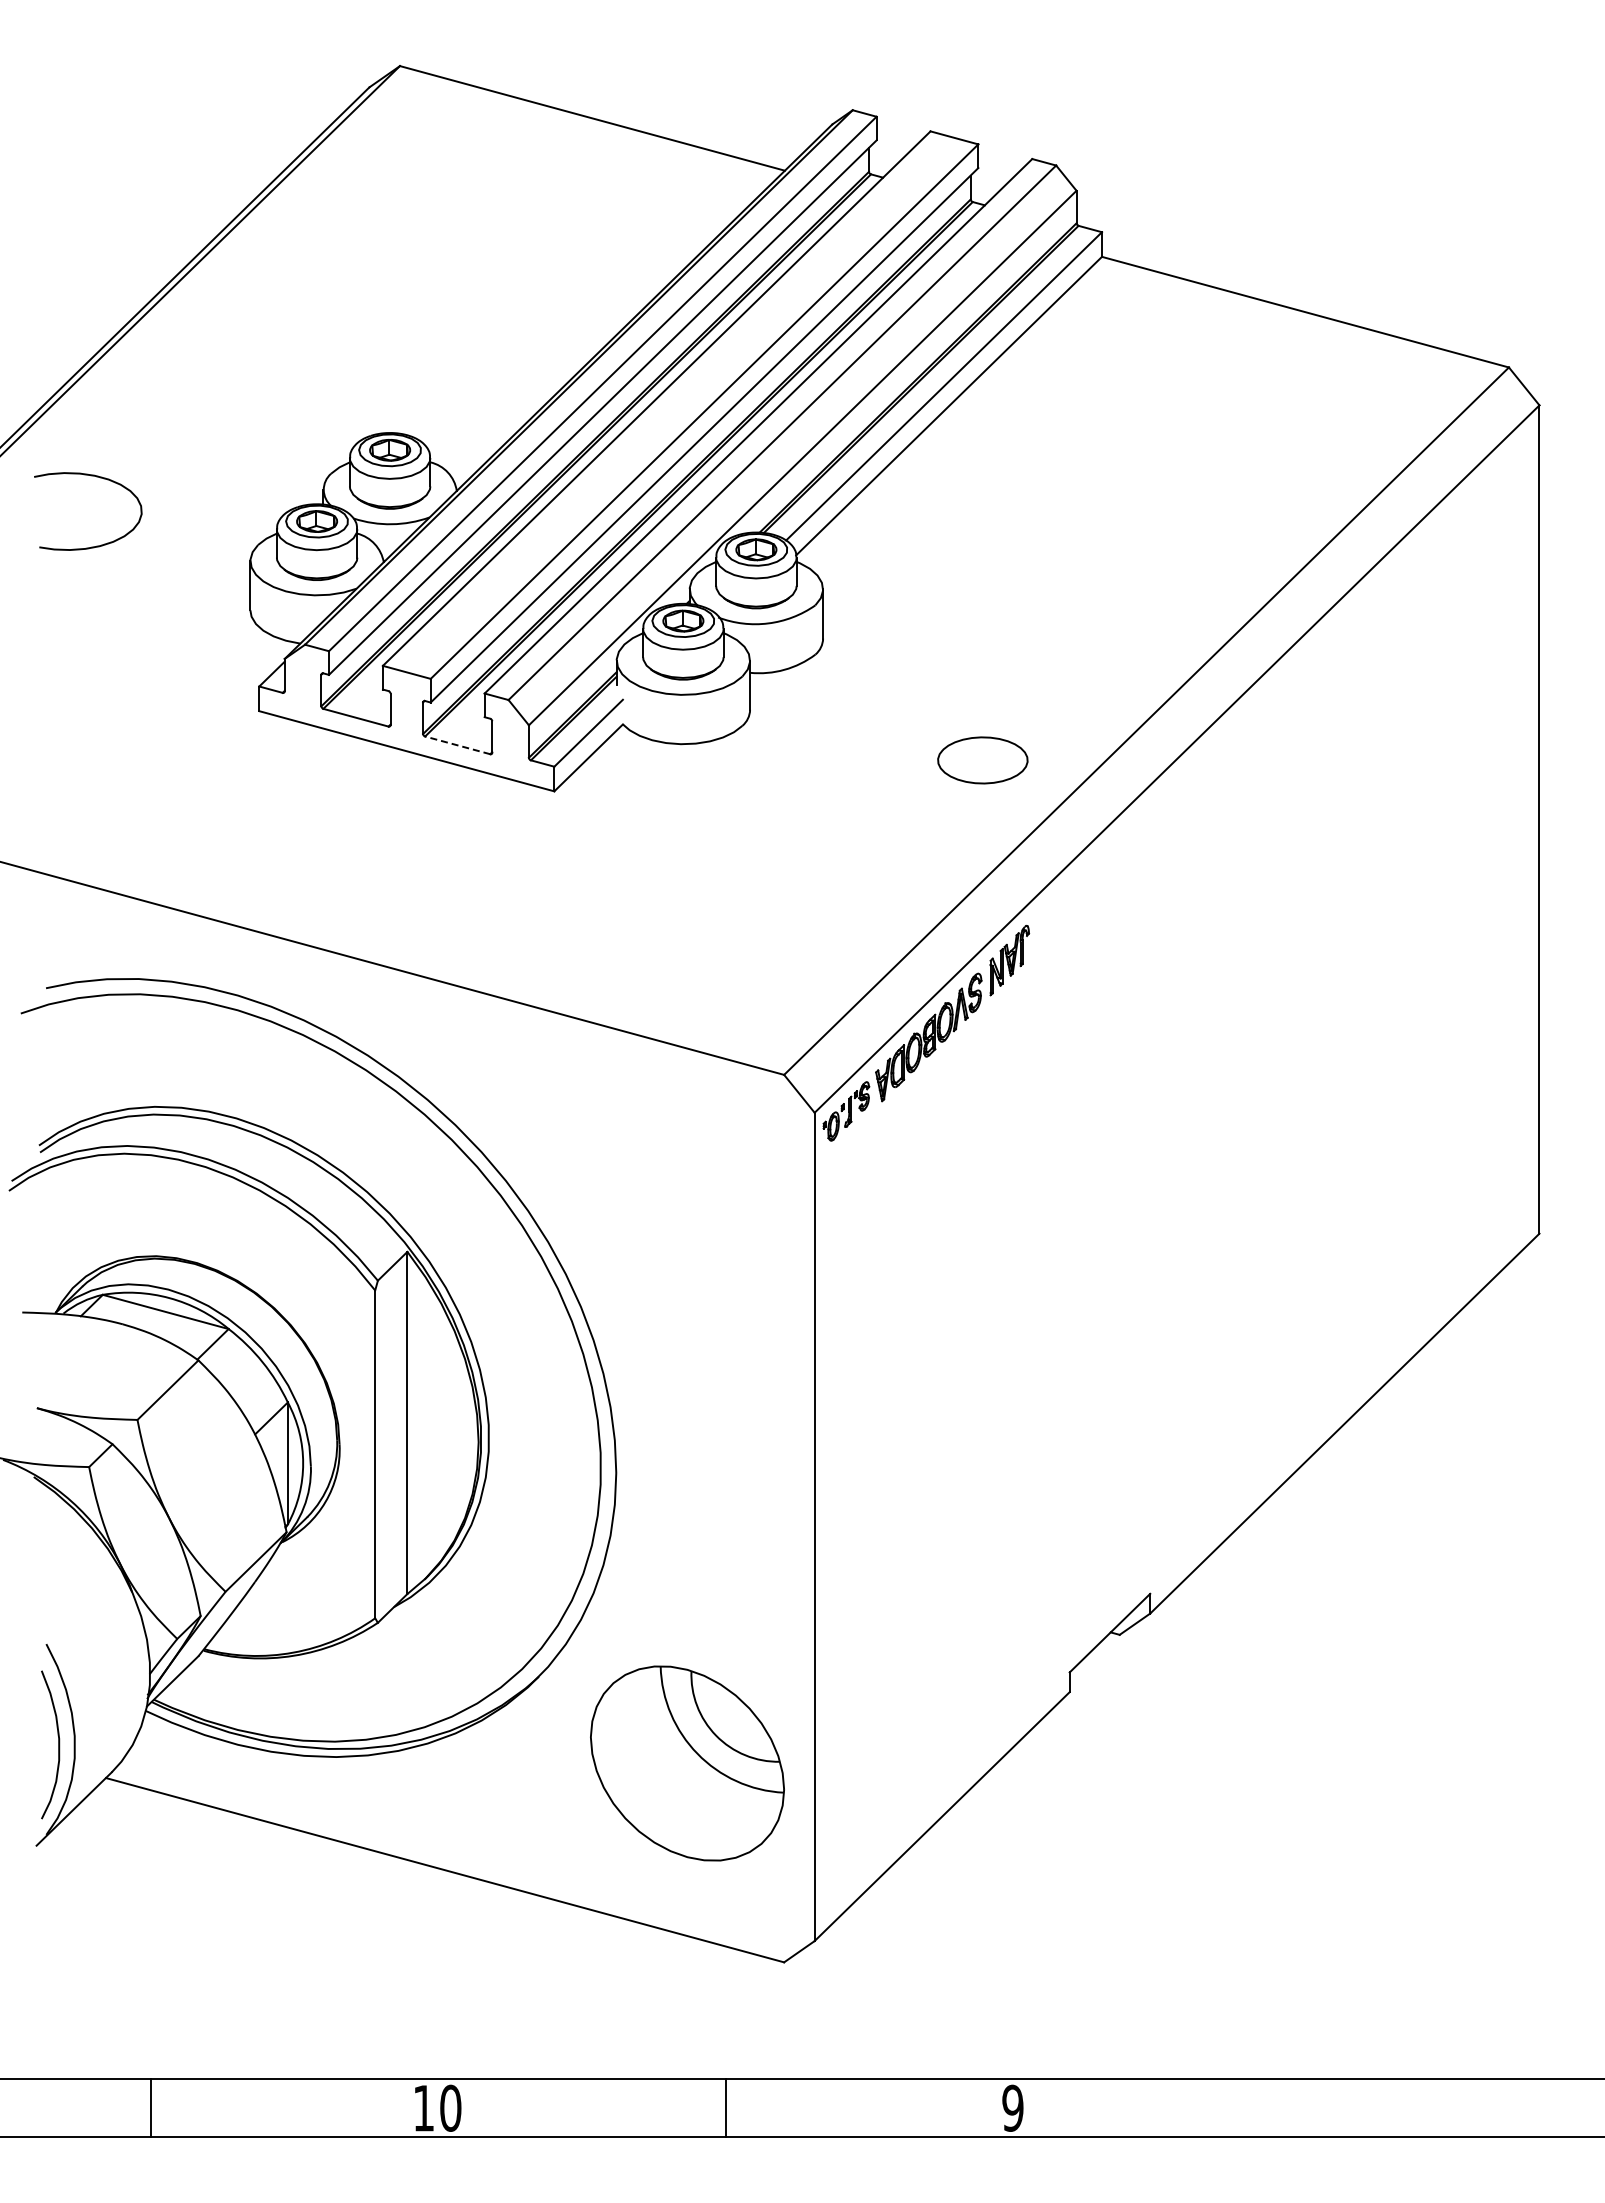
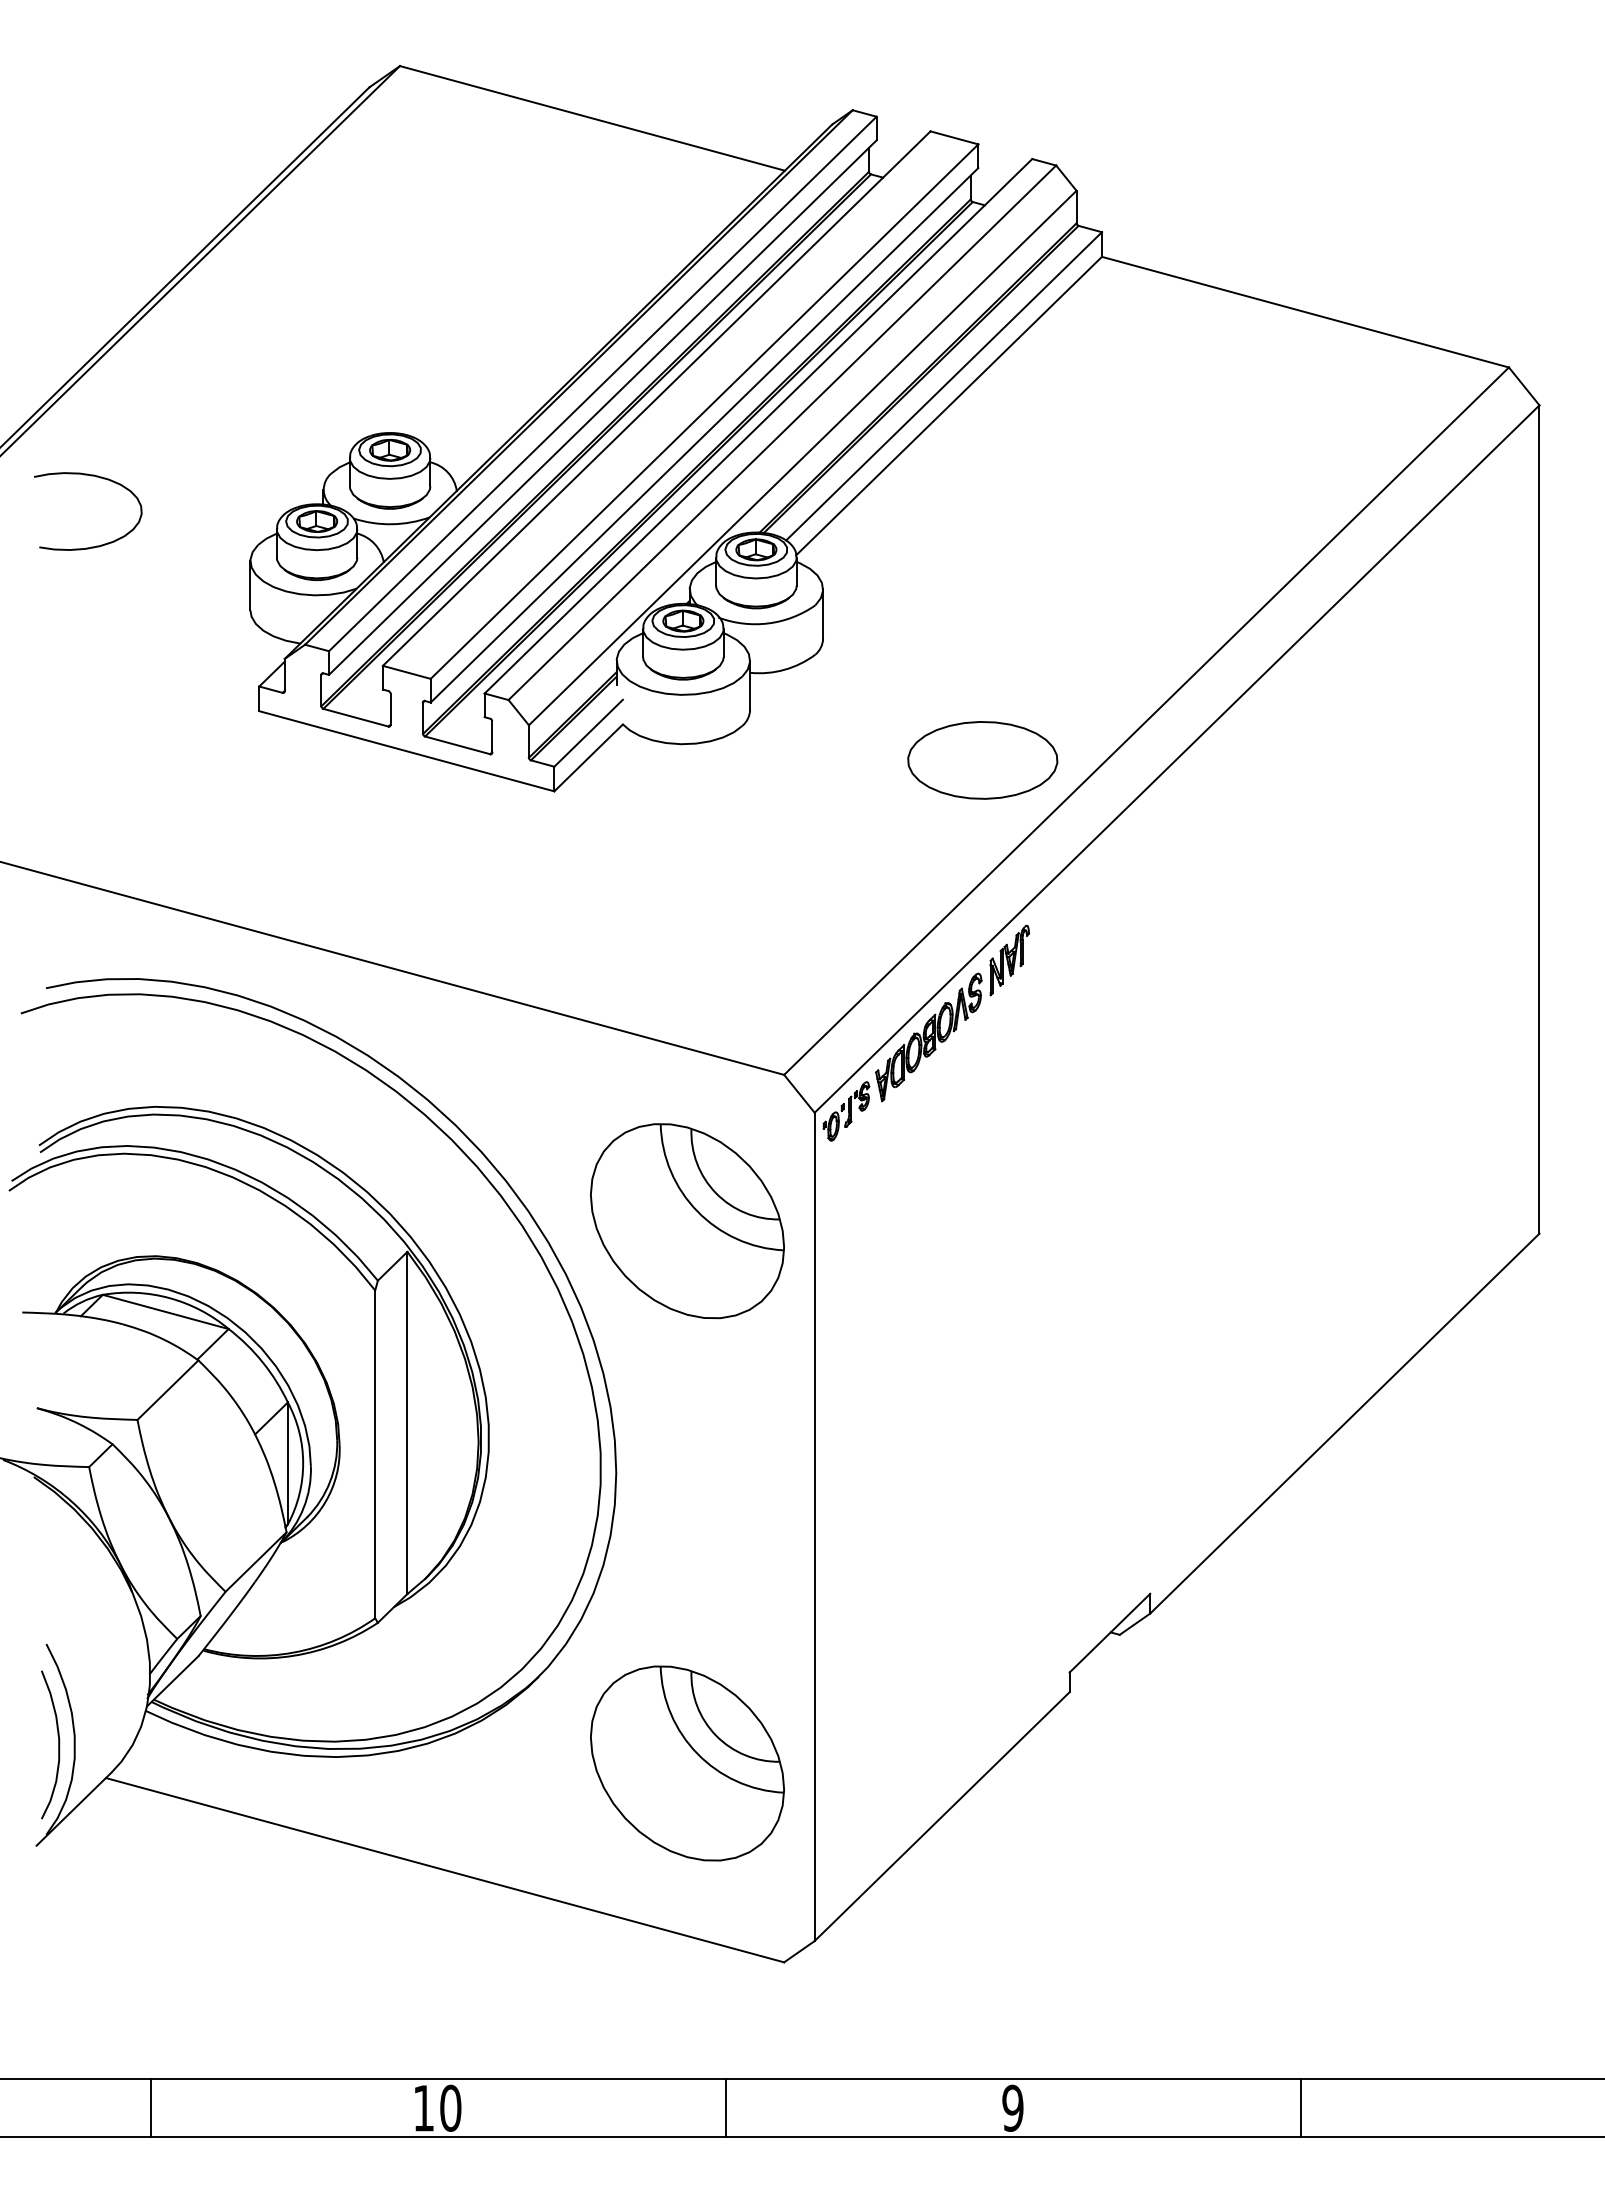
line at (457, 745): dashed -> solid
part at (982, 760) size: 92x49 px -> 152x79 px
part at (687, 1221): none -> present
line at (1301, 2107): none -> present
